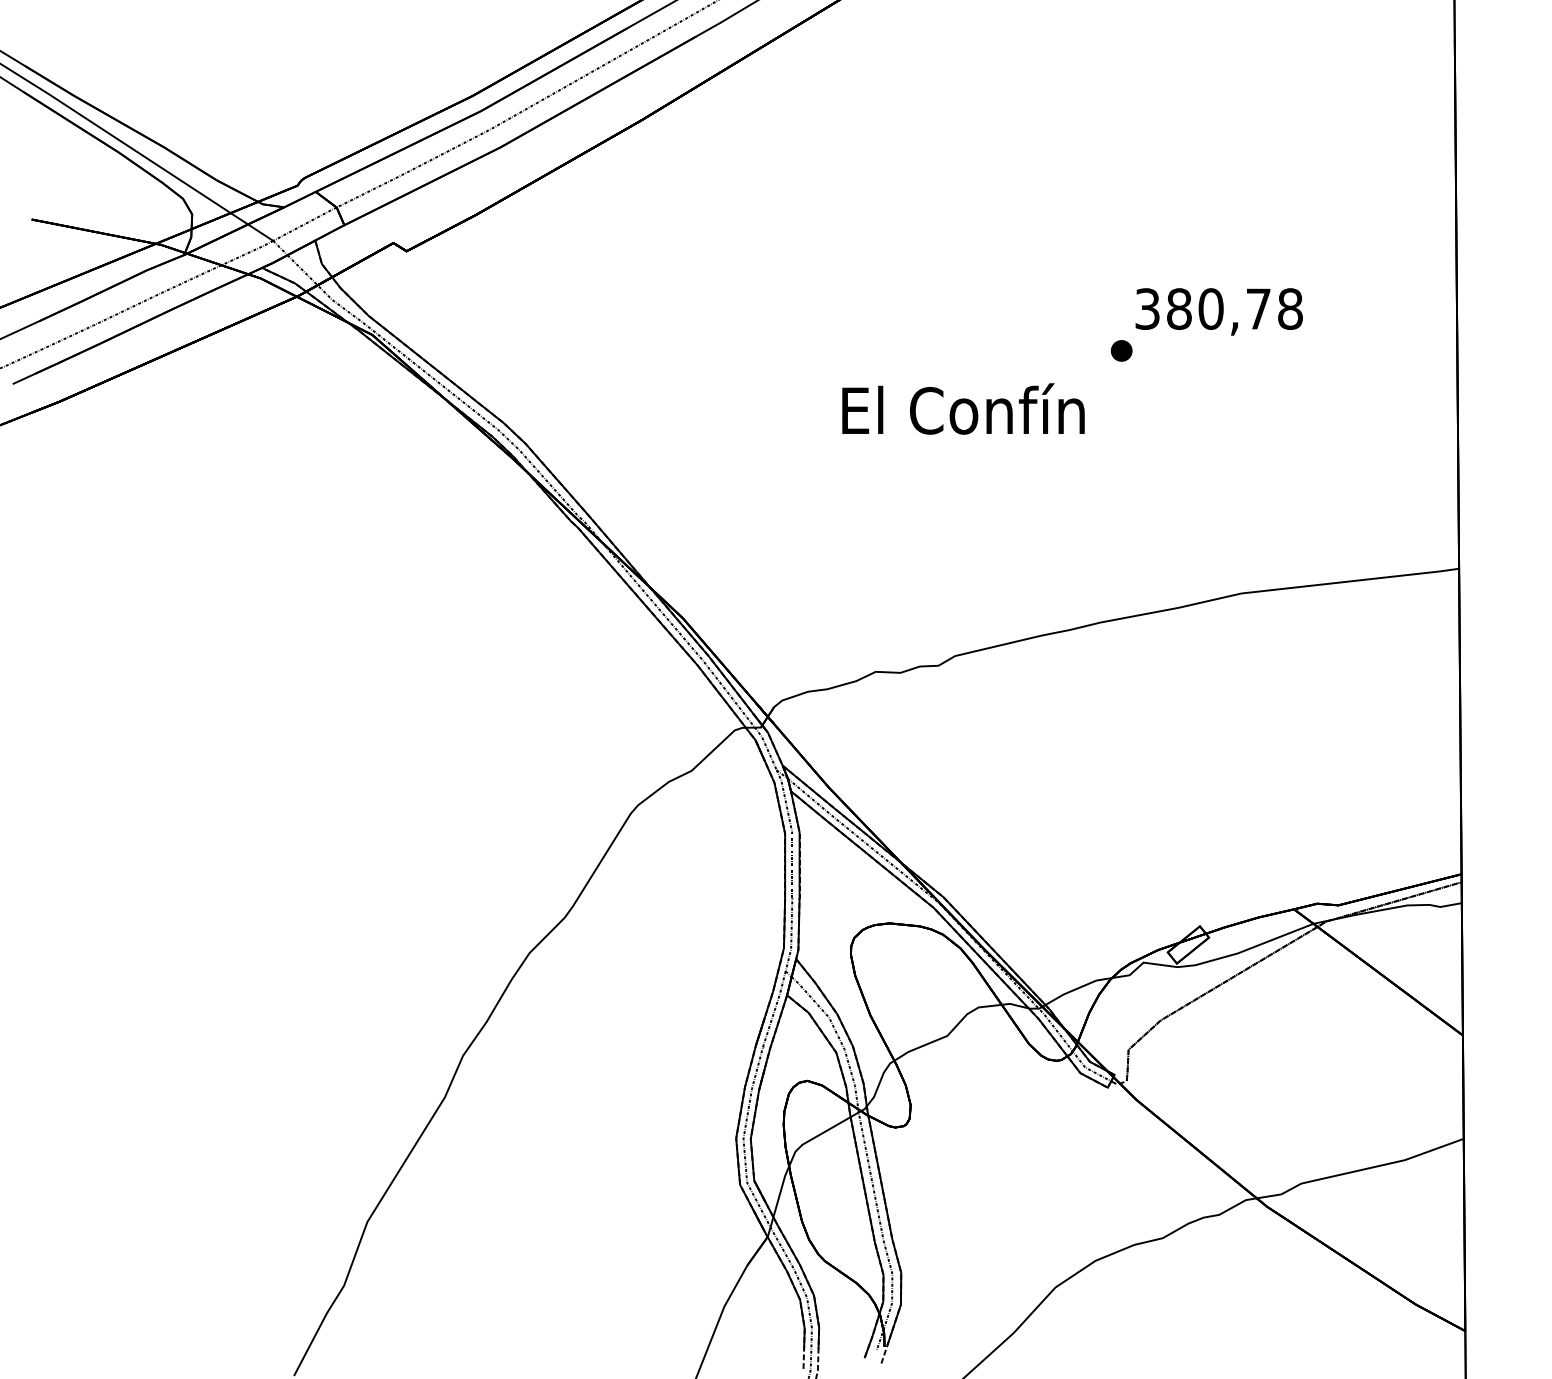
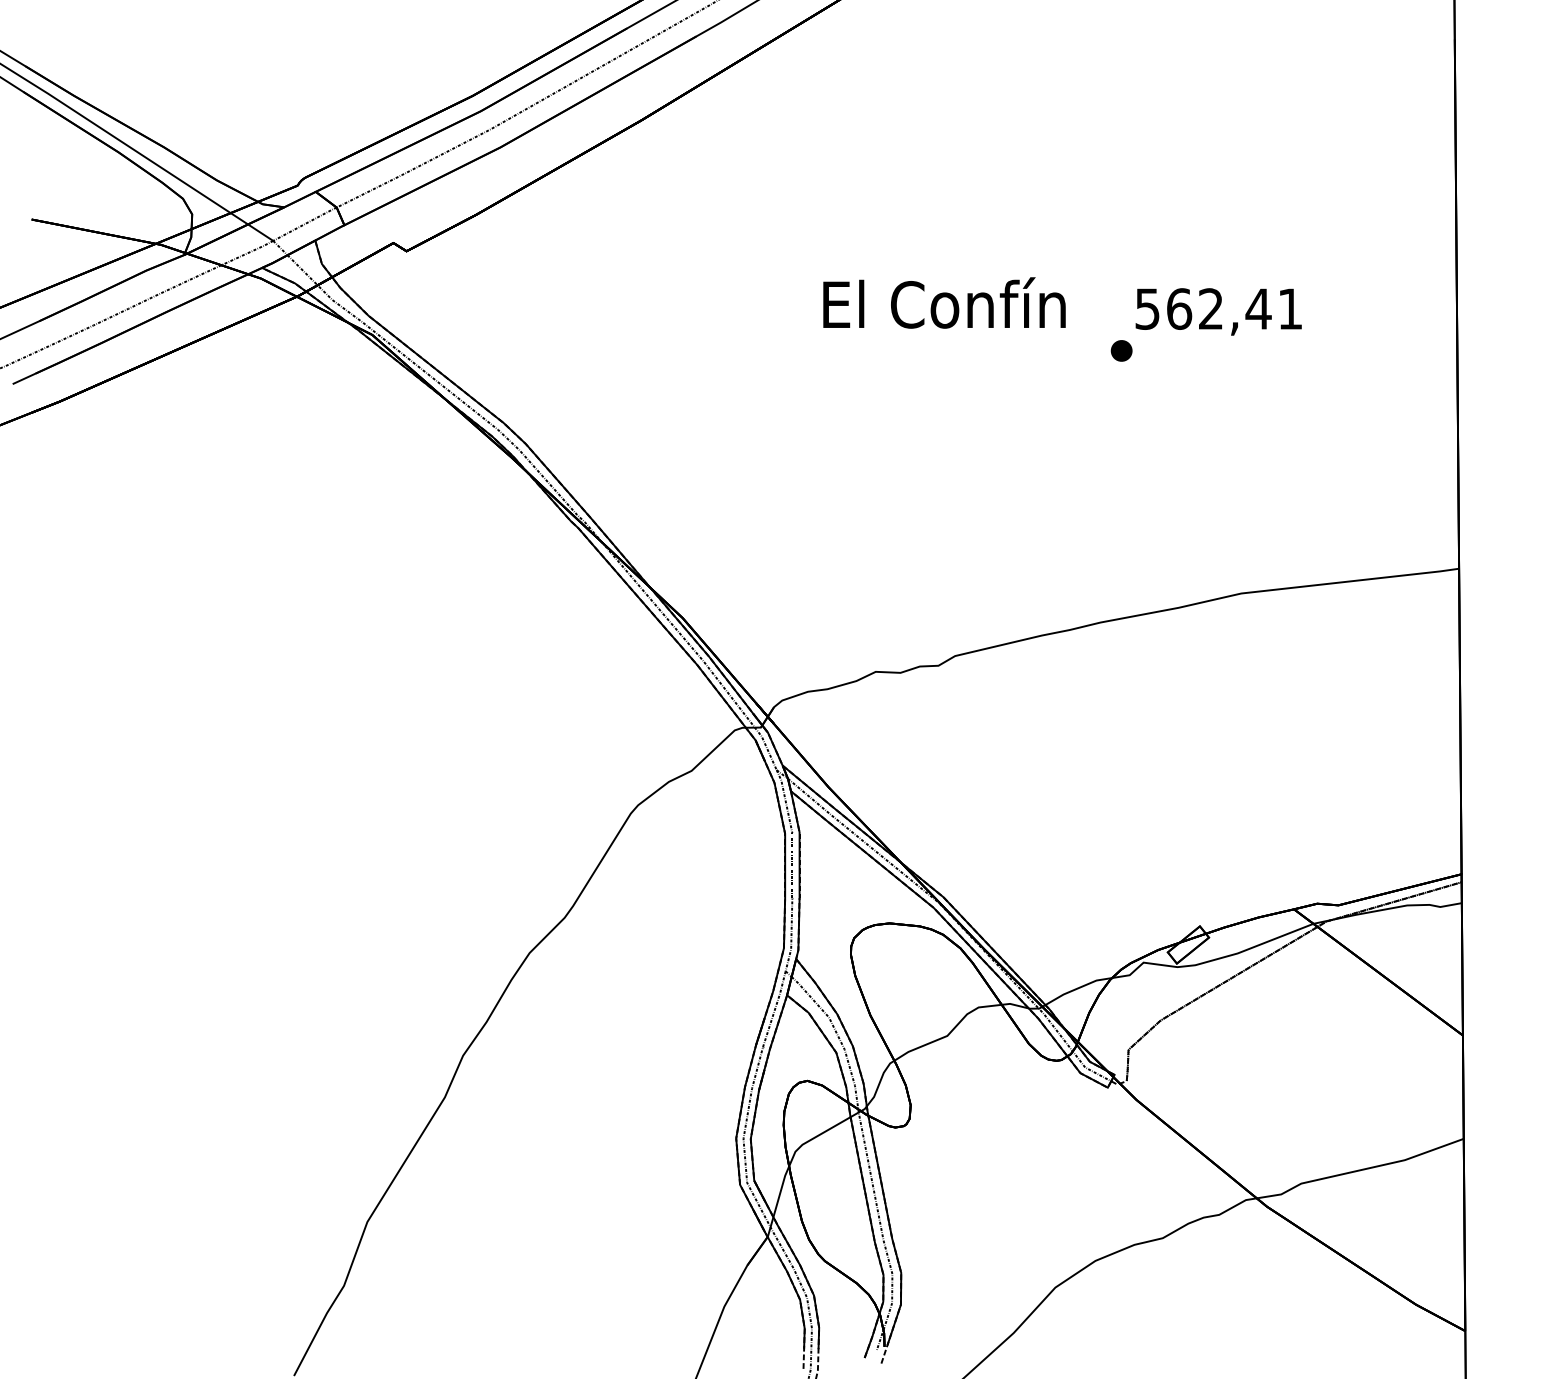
text at (1219, 308): 380,78 -> 562,41
text at (963, 408) position: (963, 408) -> (944, 302)
